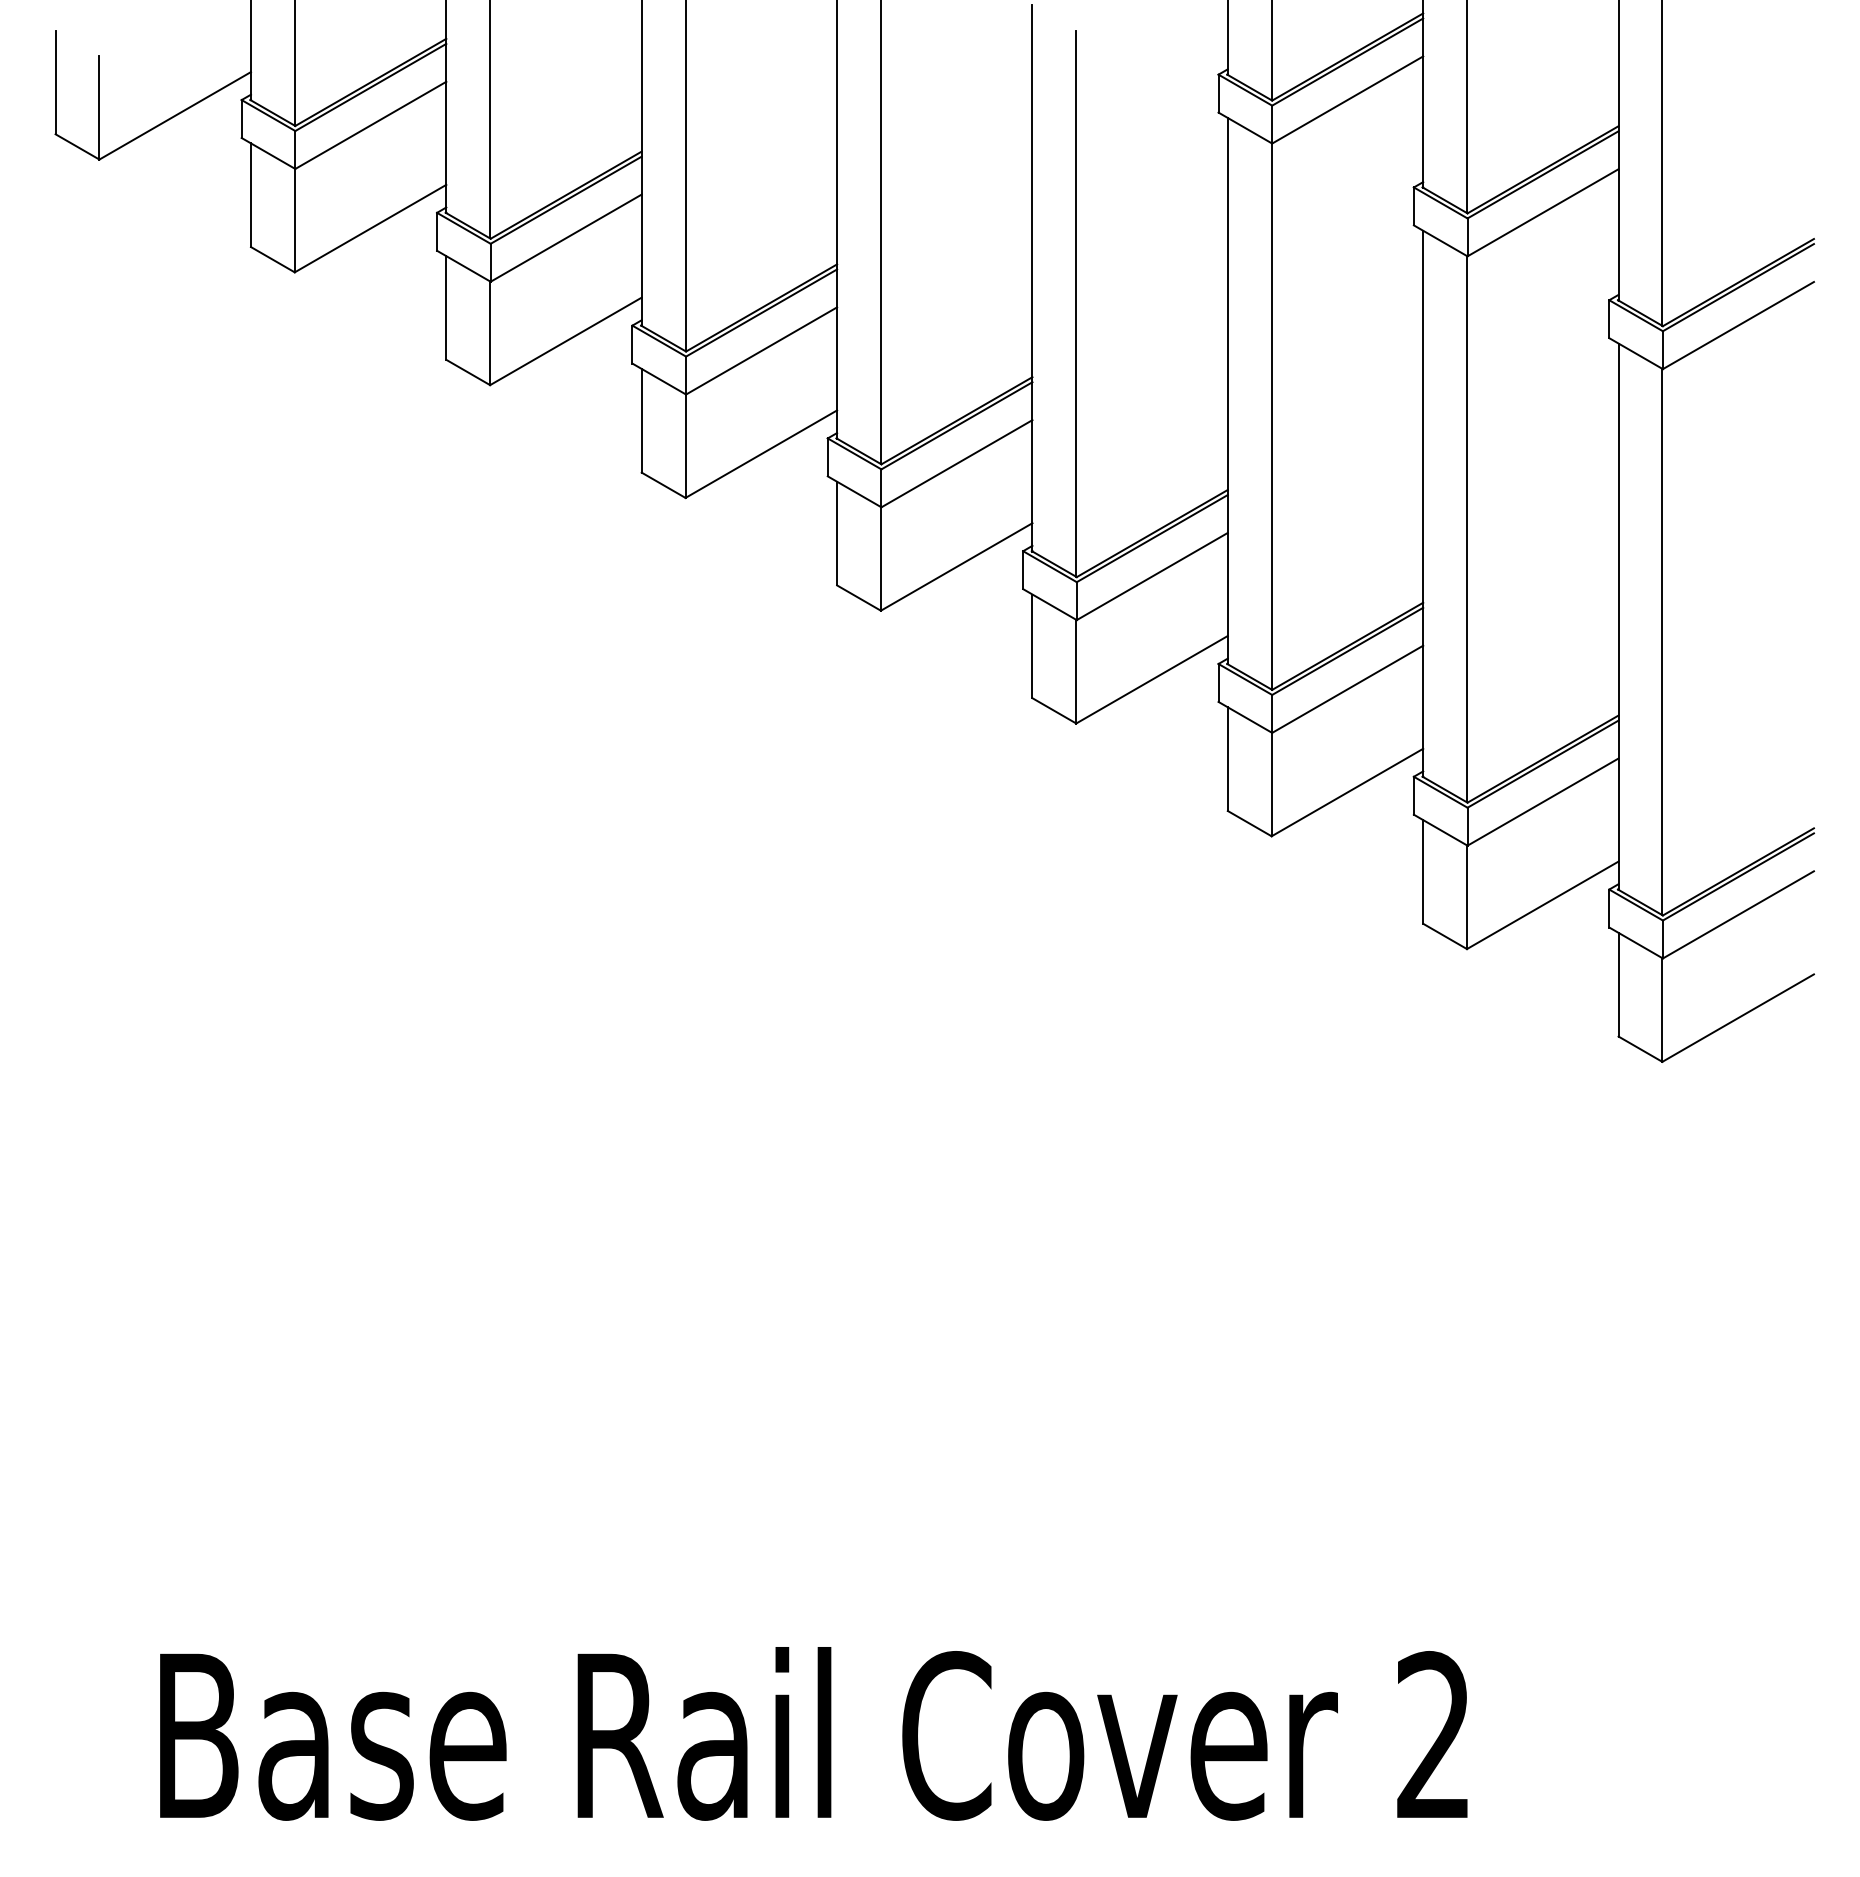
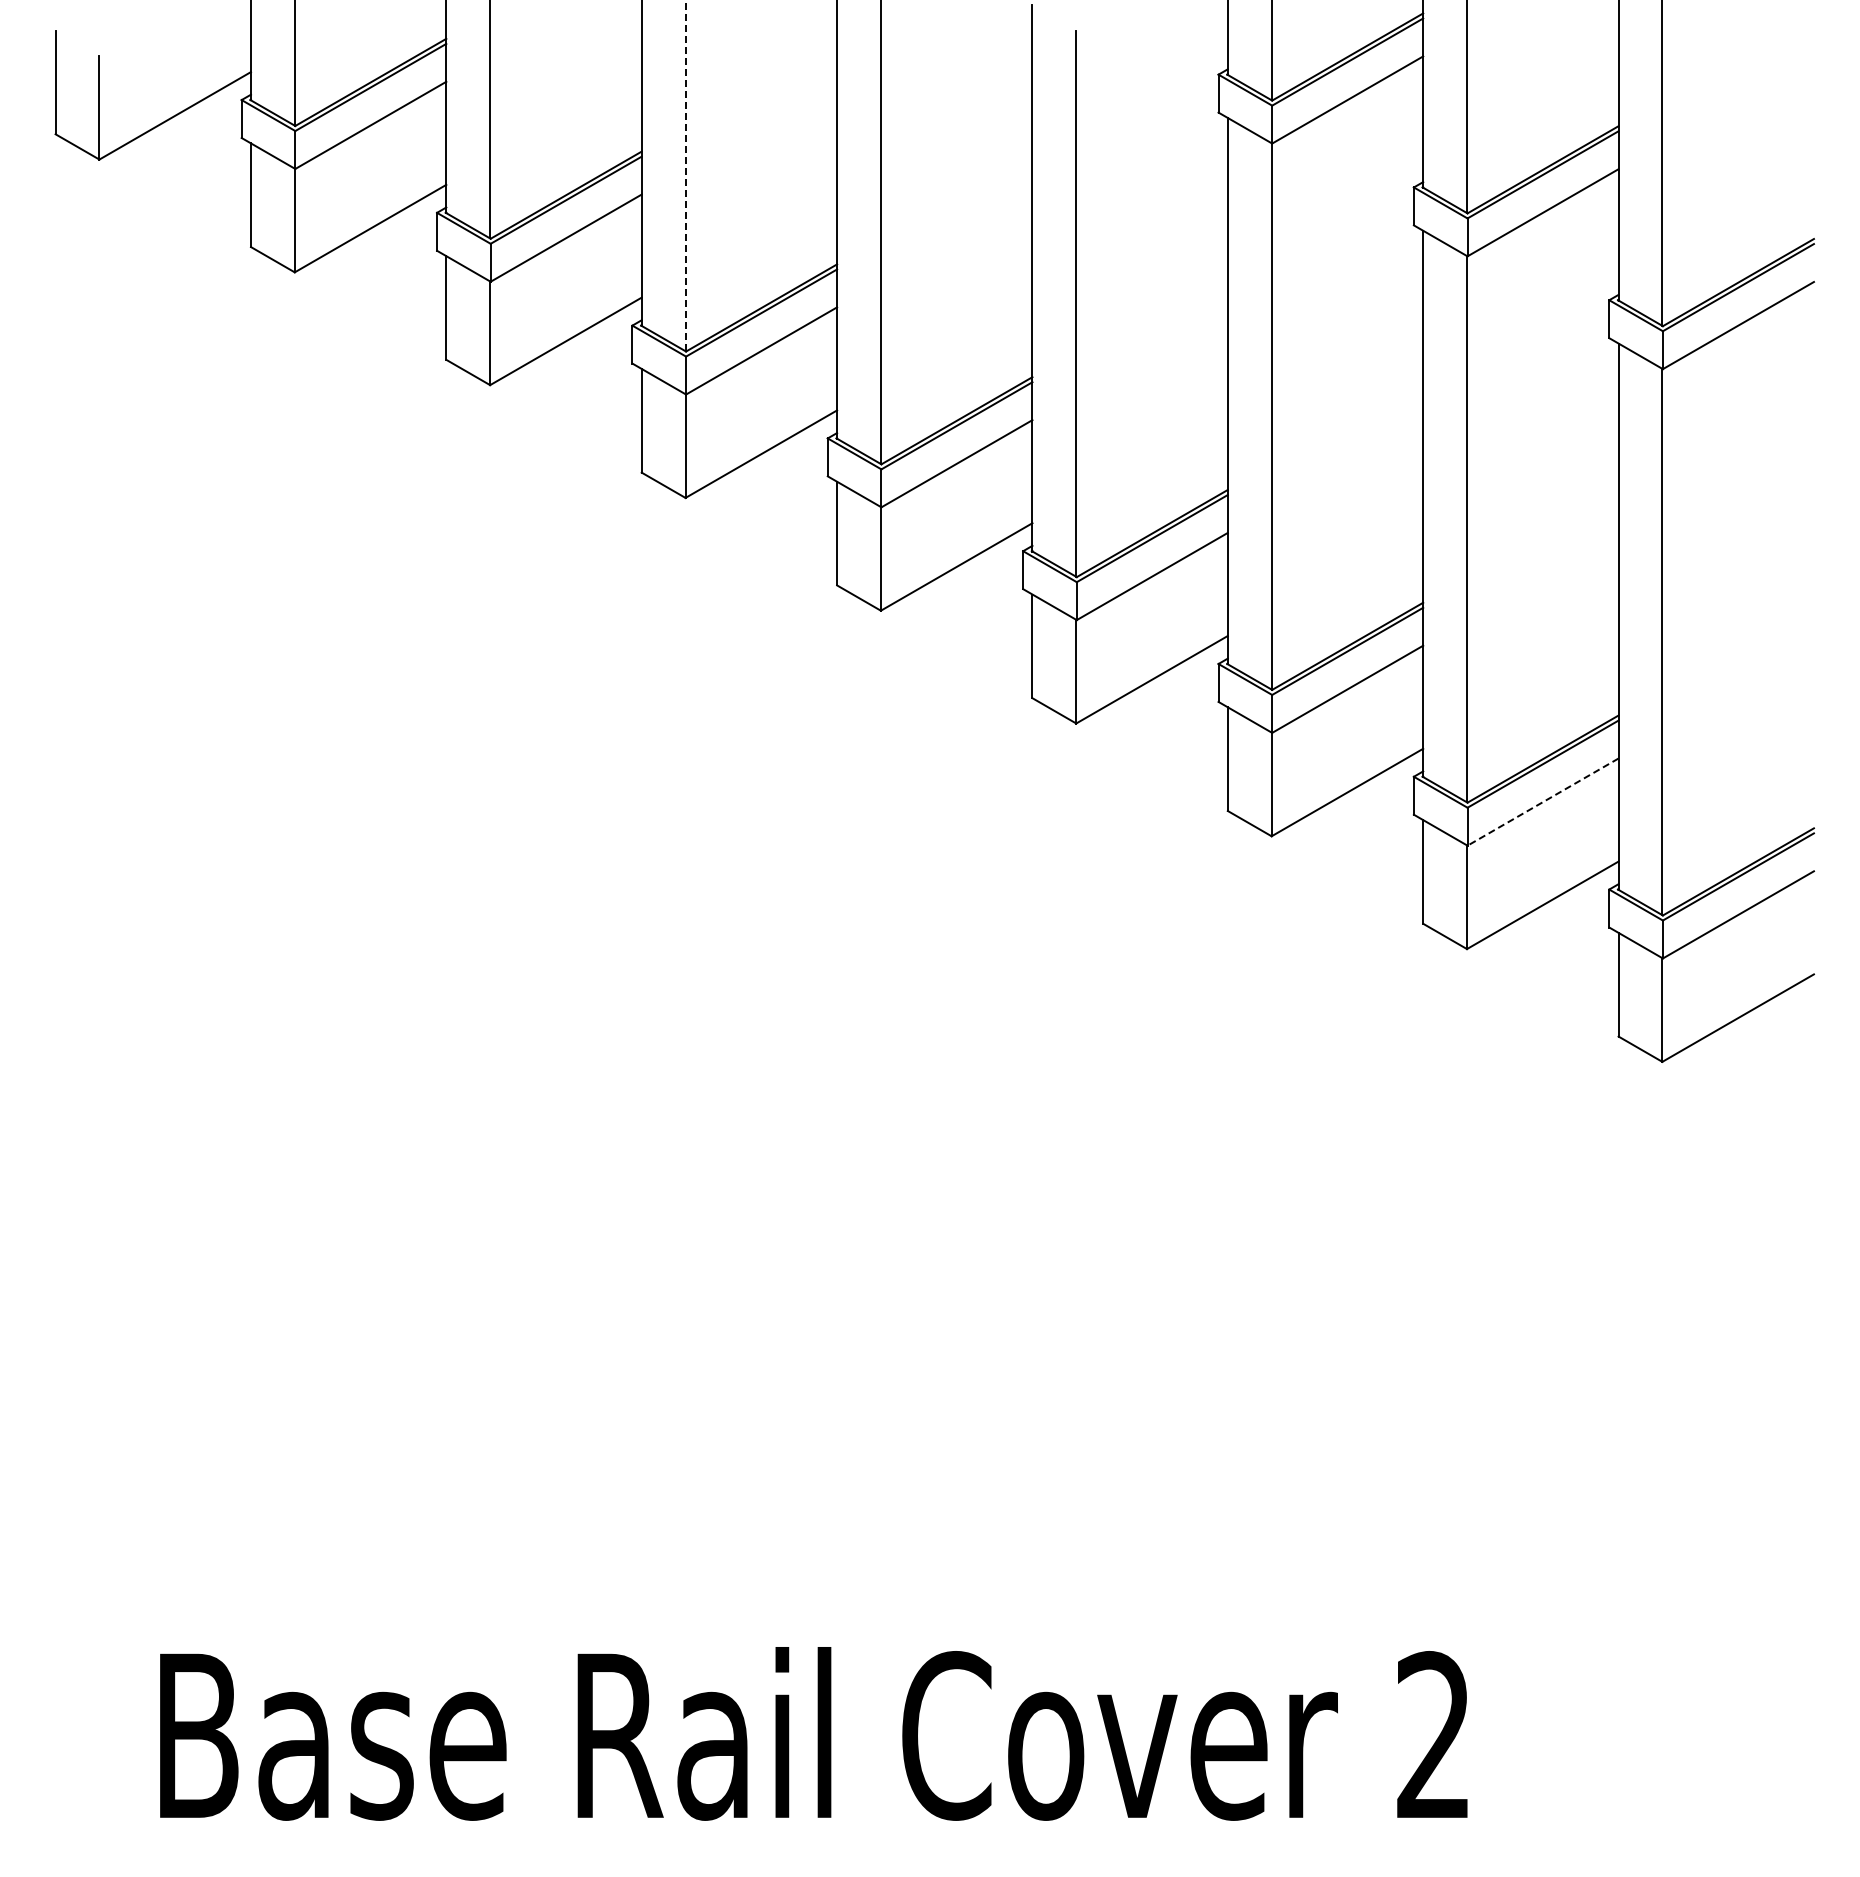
line at (685, 176): solid -> dashed
line at (1542, 802): solid -> dashed
